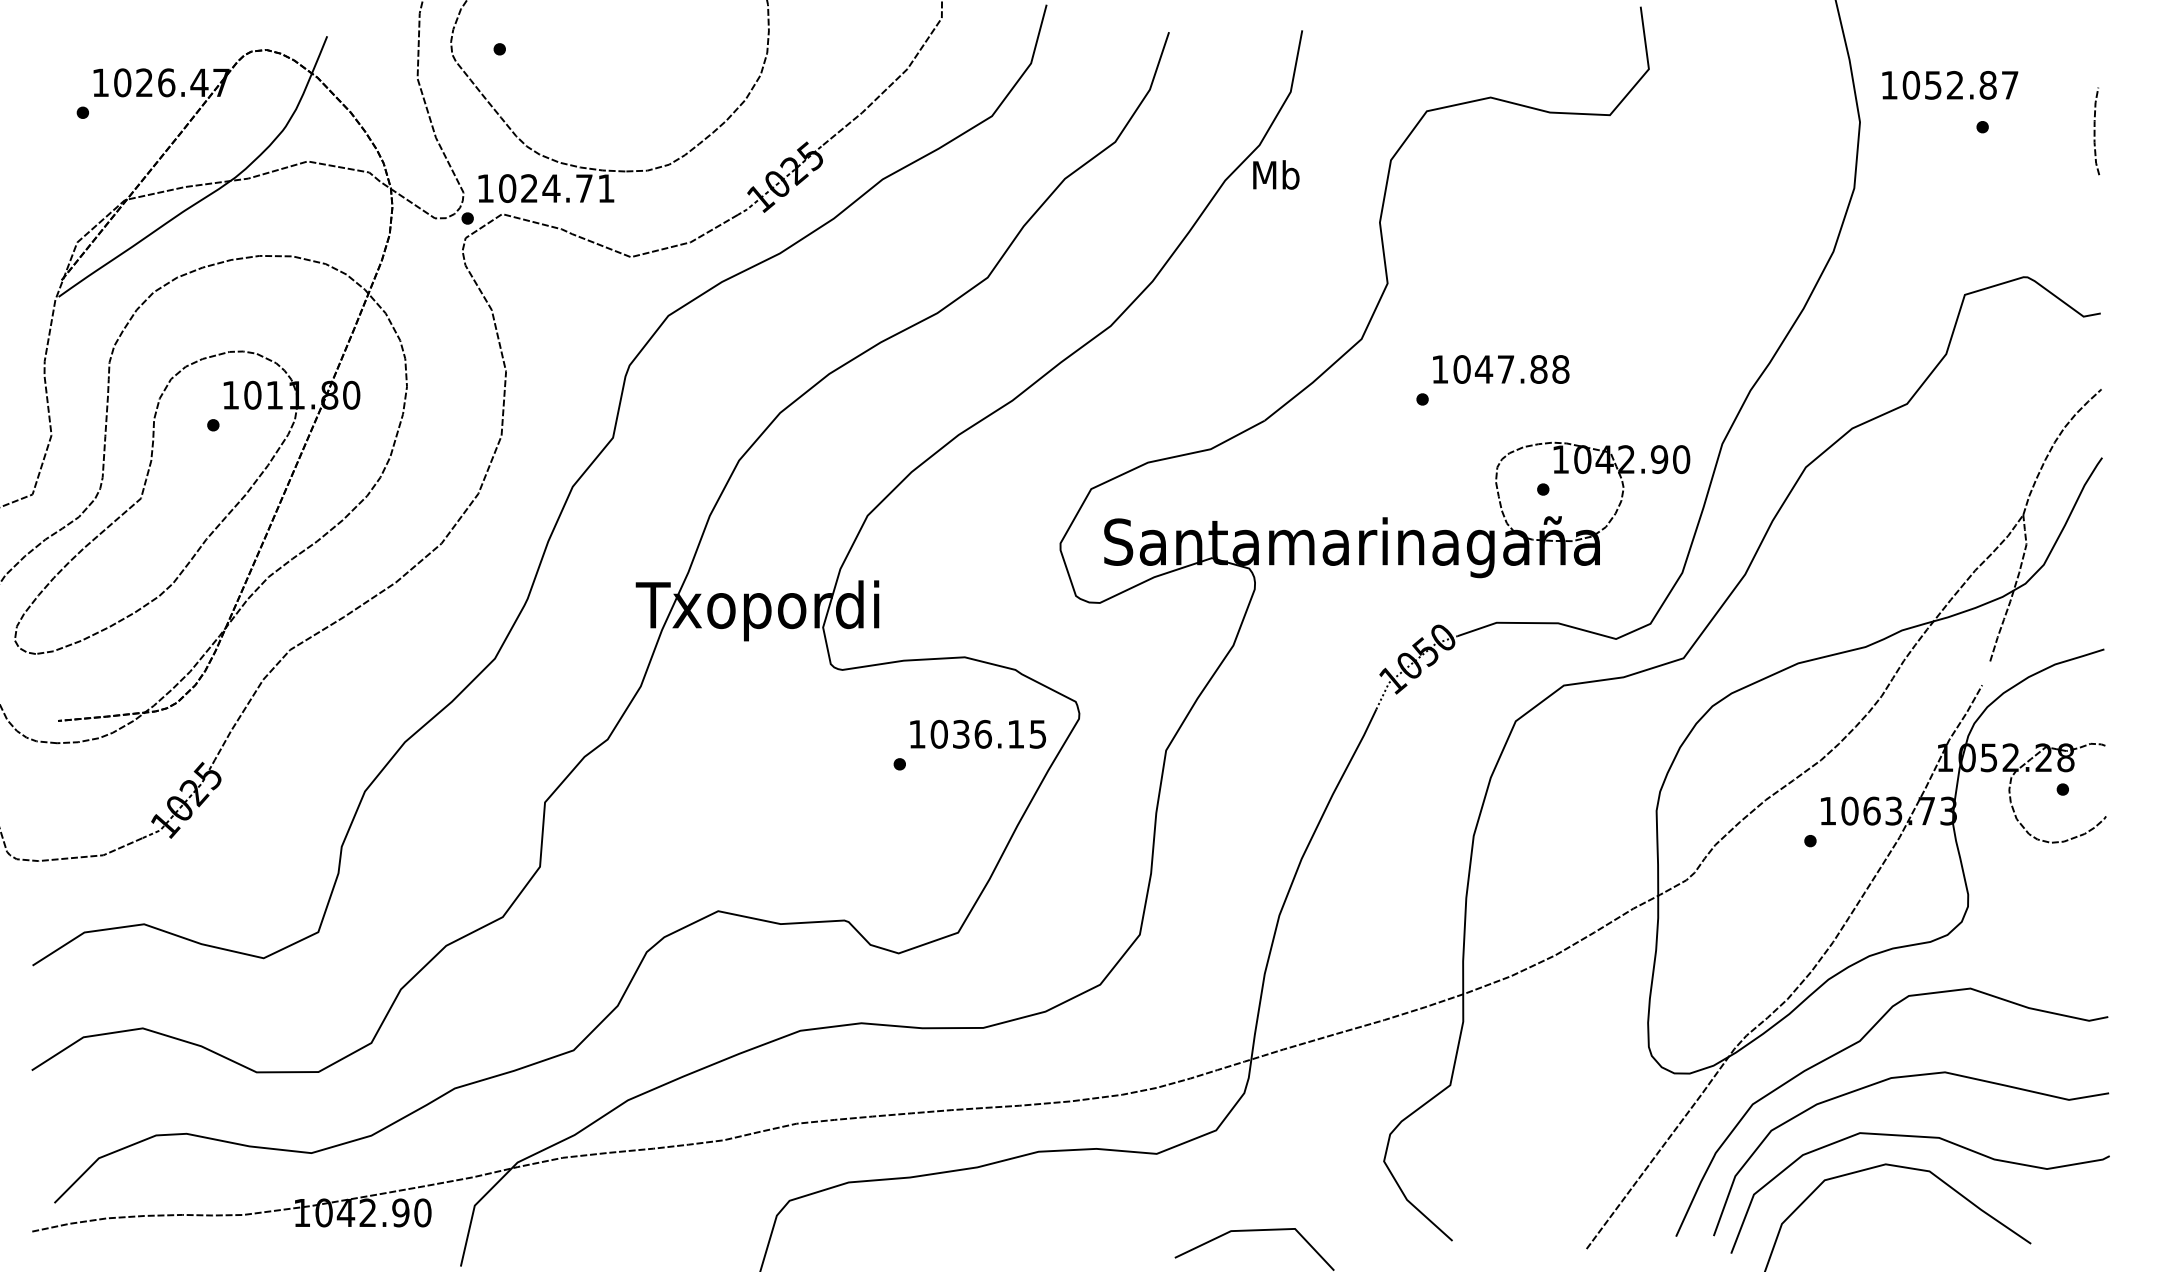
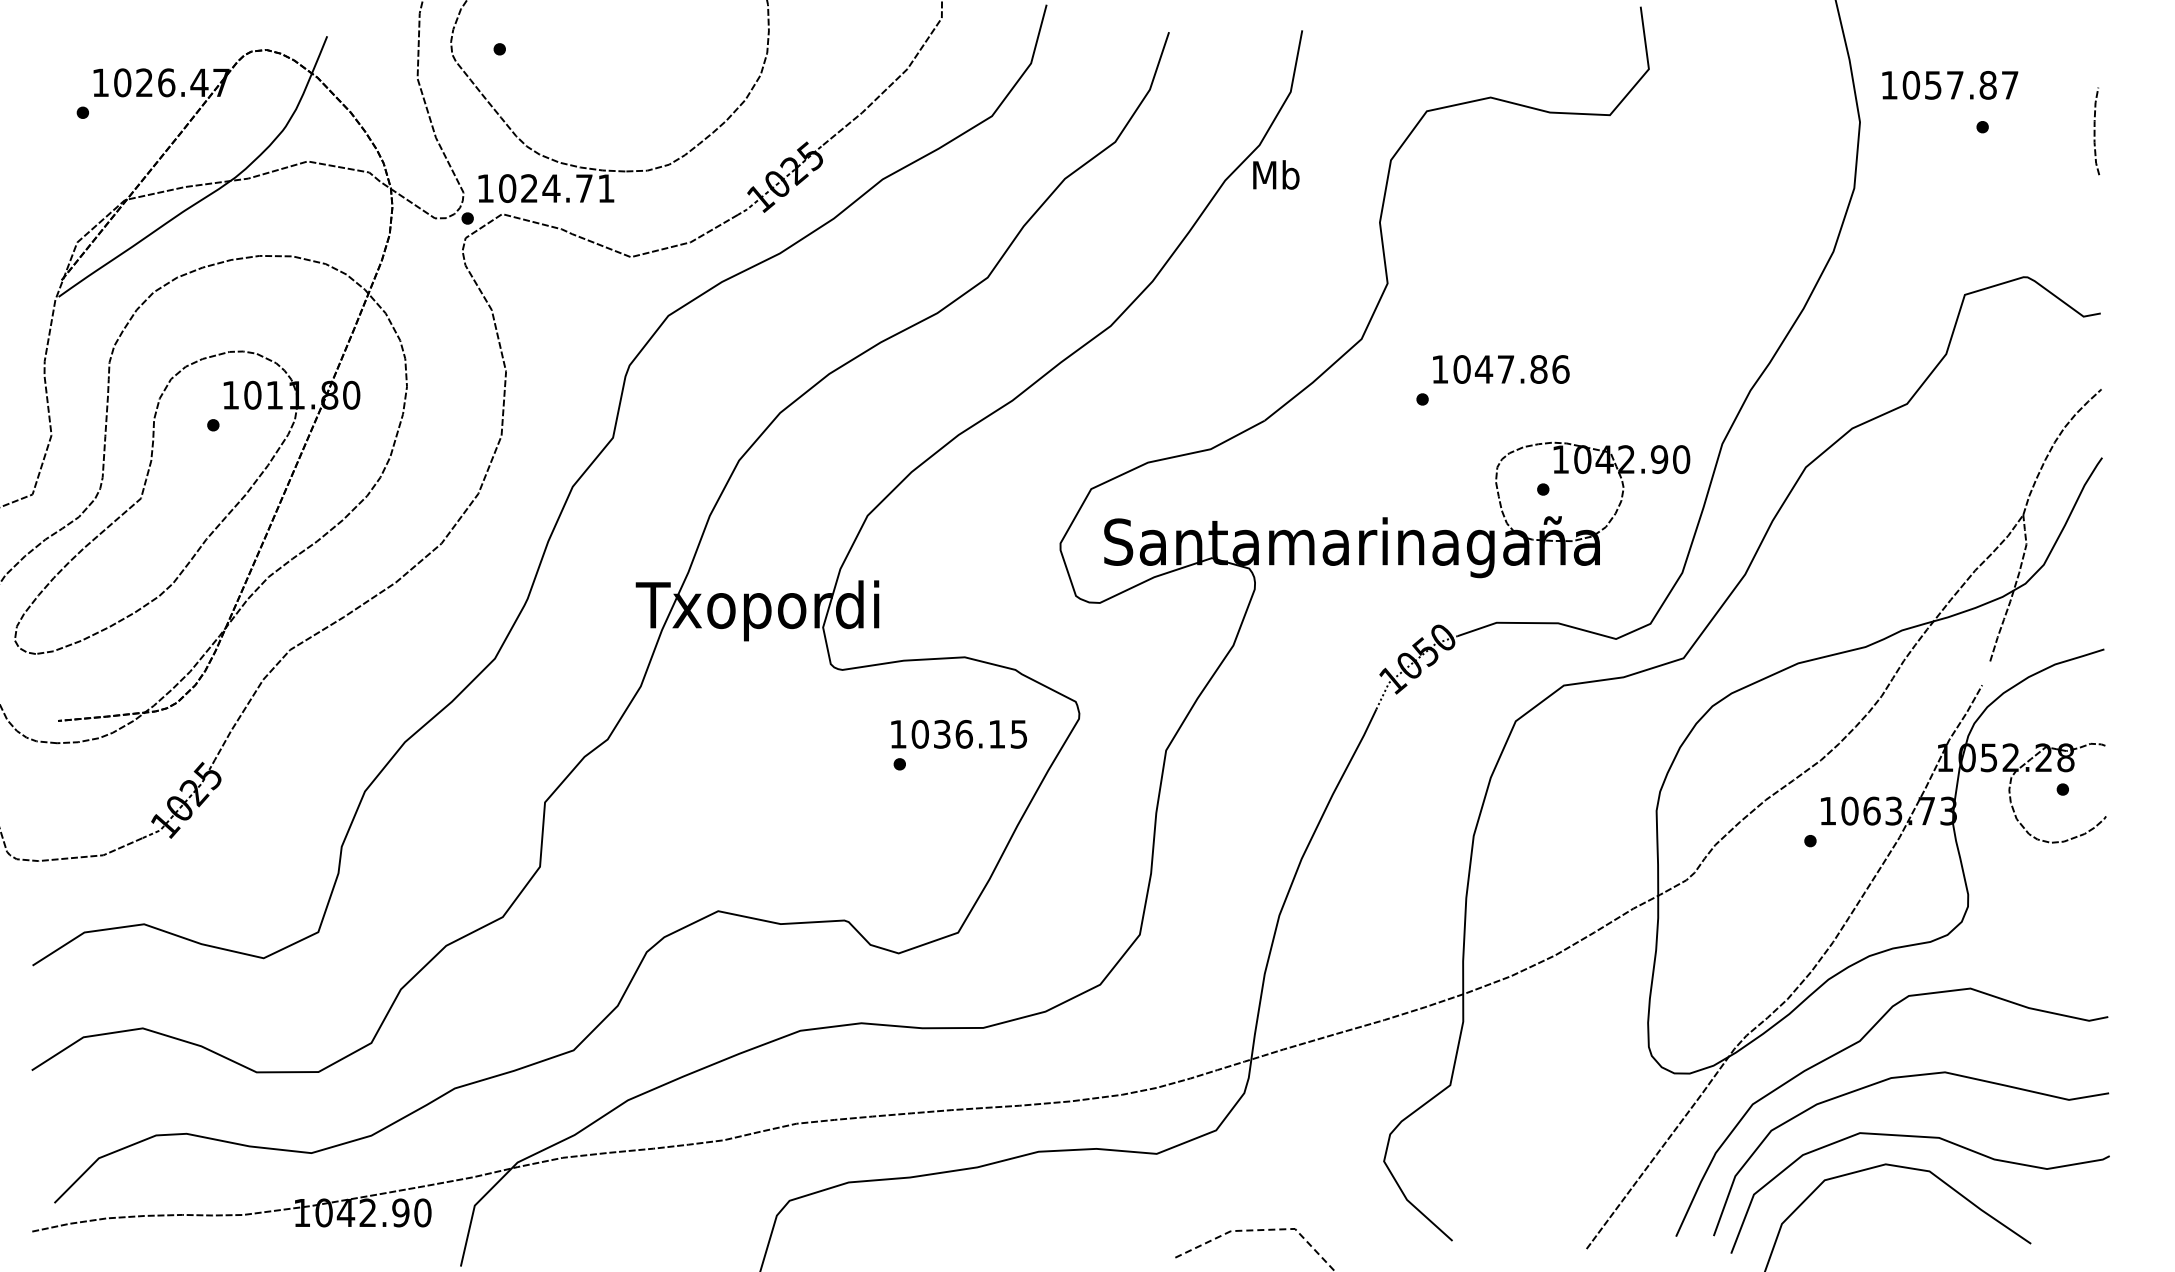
text at (1955, 84): 1052.87 -> 1057.87
text at (1560, 369): 1047.88 -> 1047.86
text at (977, 734) position: (977, 734) -> (958, 734)
line at (1260, 1230): solid -> dashed
